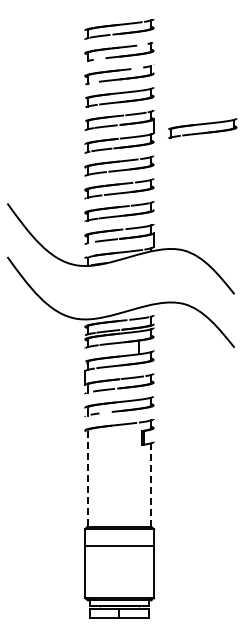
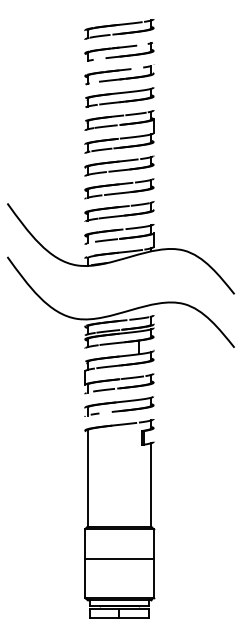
part at (202, 128): present -> none
line at (87, 479): dashed -> solid
line at (151, 485): dashed -> solid
line at (119, 546) position: (119, 546) -> (119, 559)
